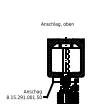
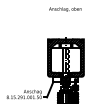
text at (57, 24) position: (57, 24) -> (65, 9)
